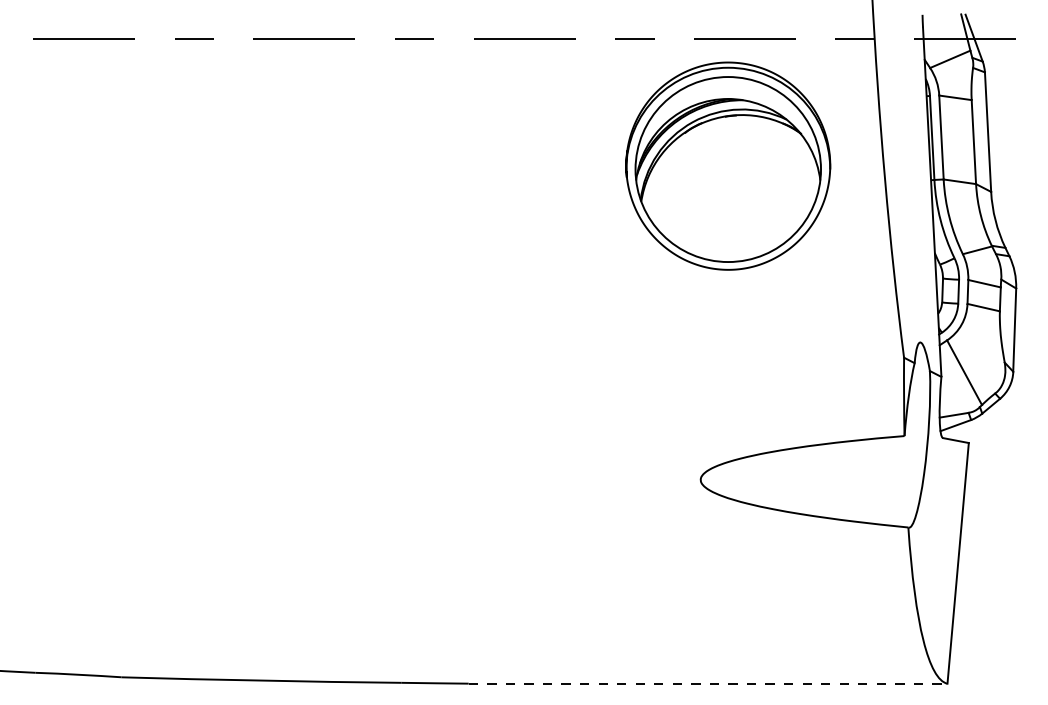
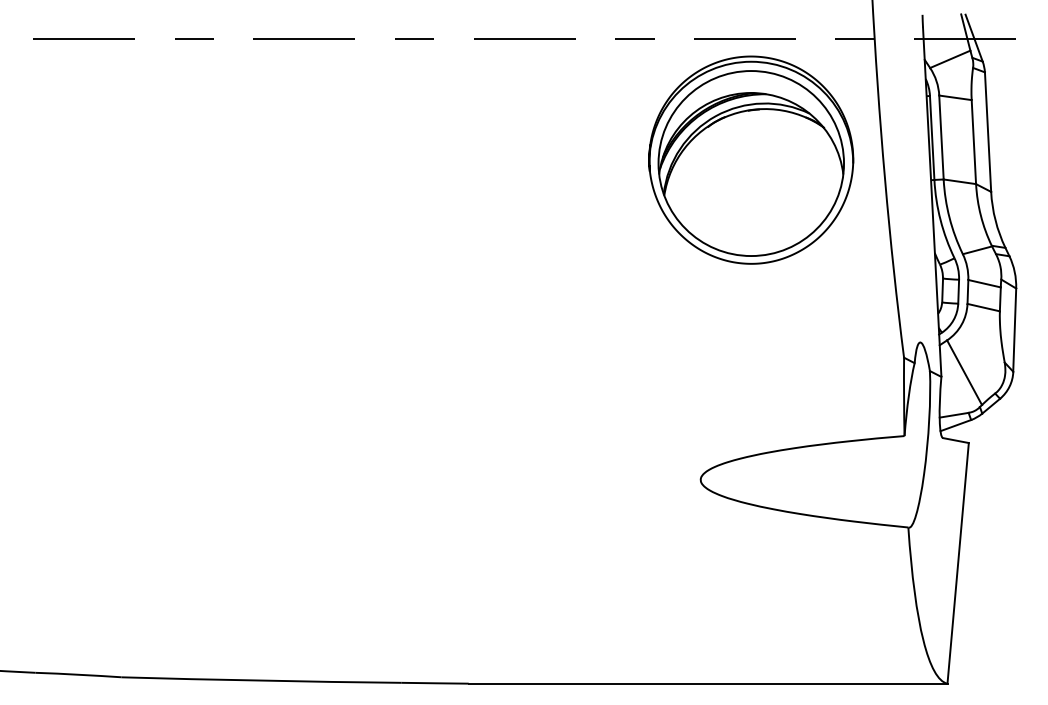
part at (728, 165) position: (728, 165) -> (751, 159)
line at (708, 683): dashed -> solid
